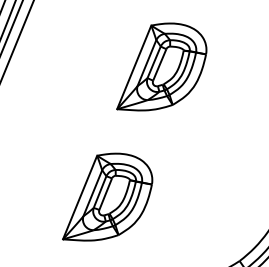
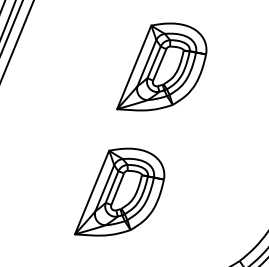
part at (107, 196) position: (107, 196) -> (119, 191)
